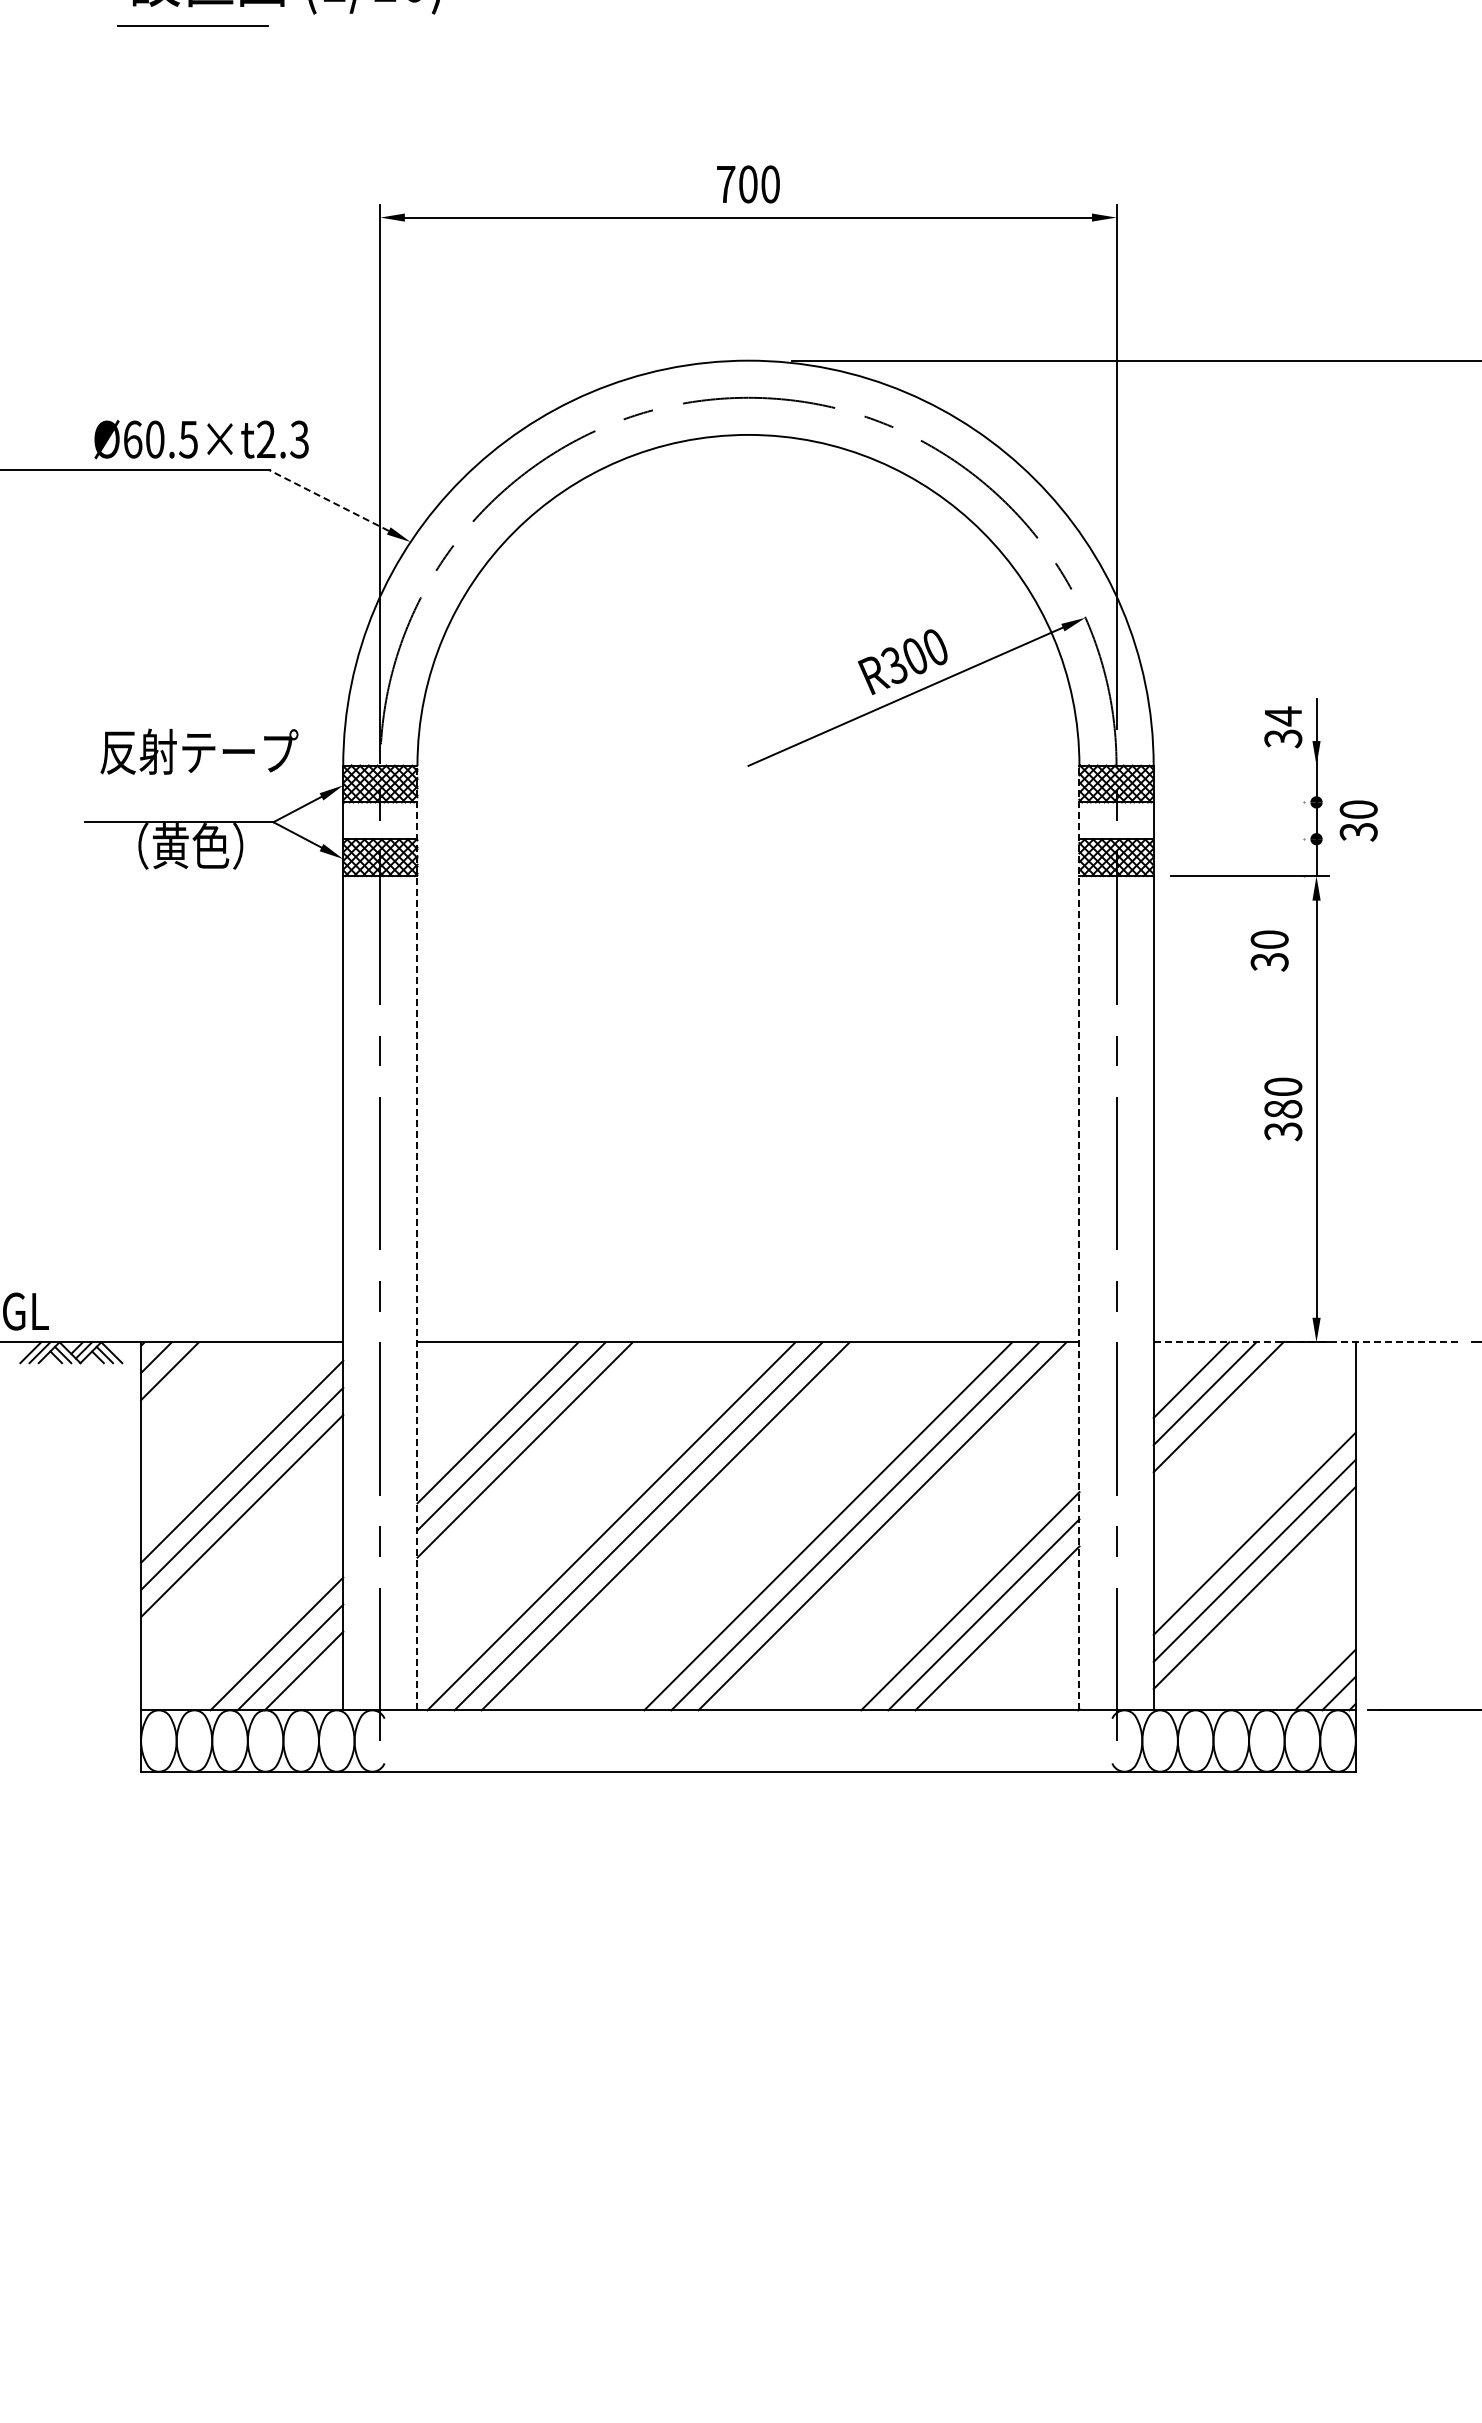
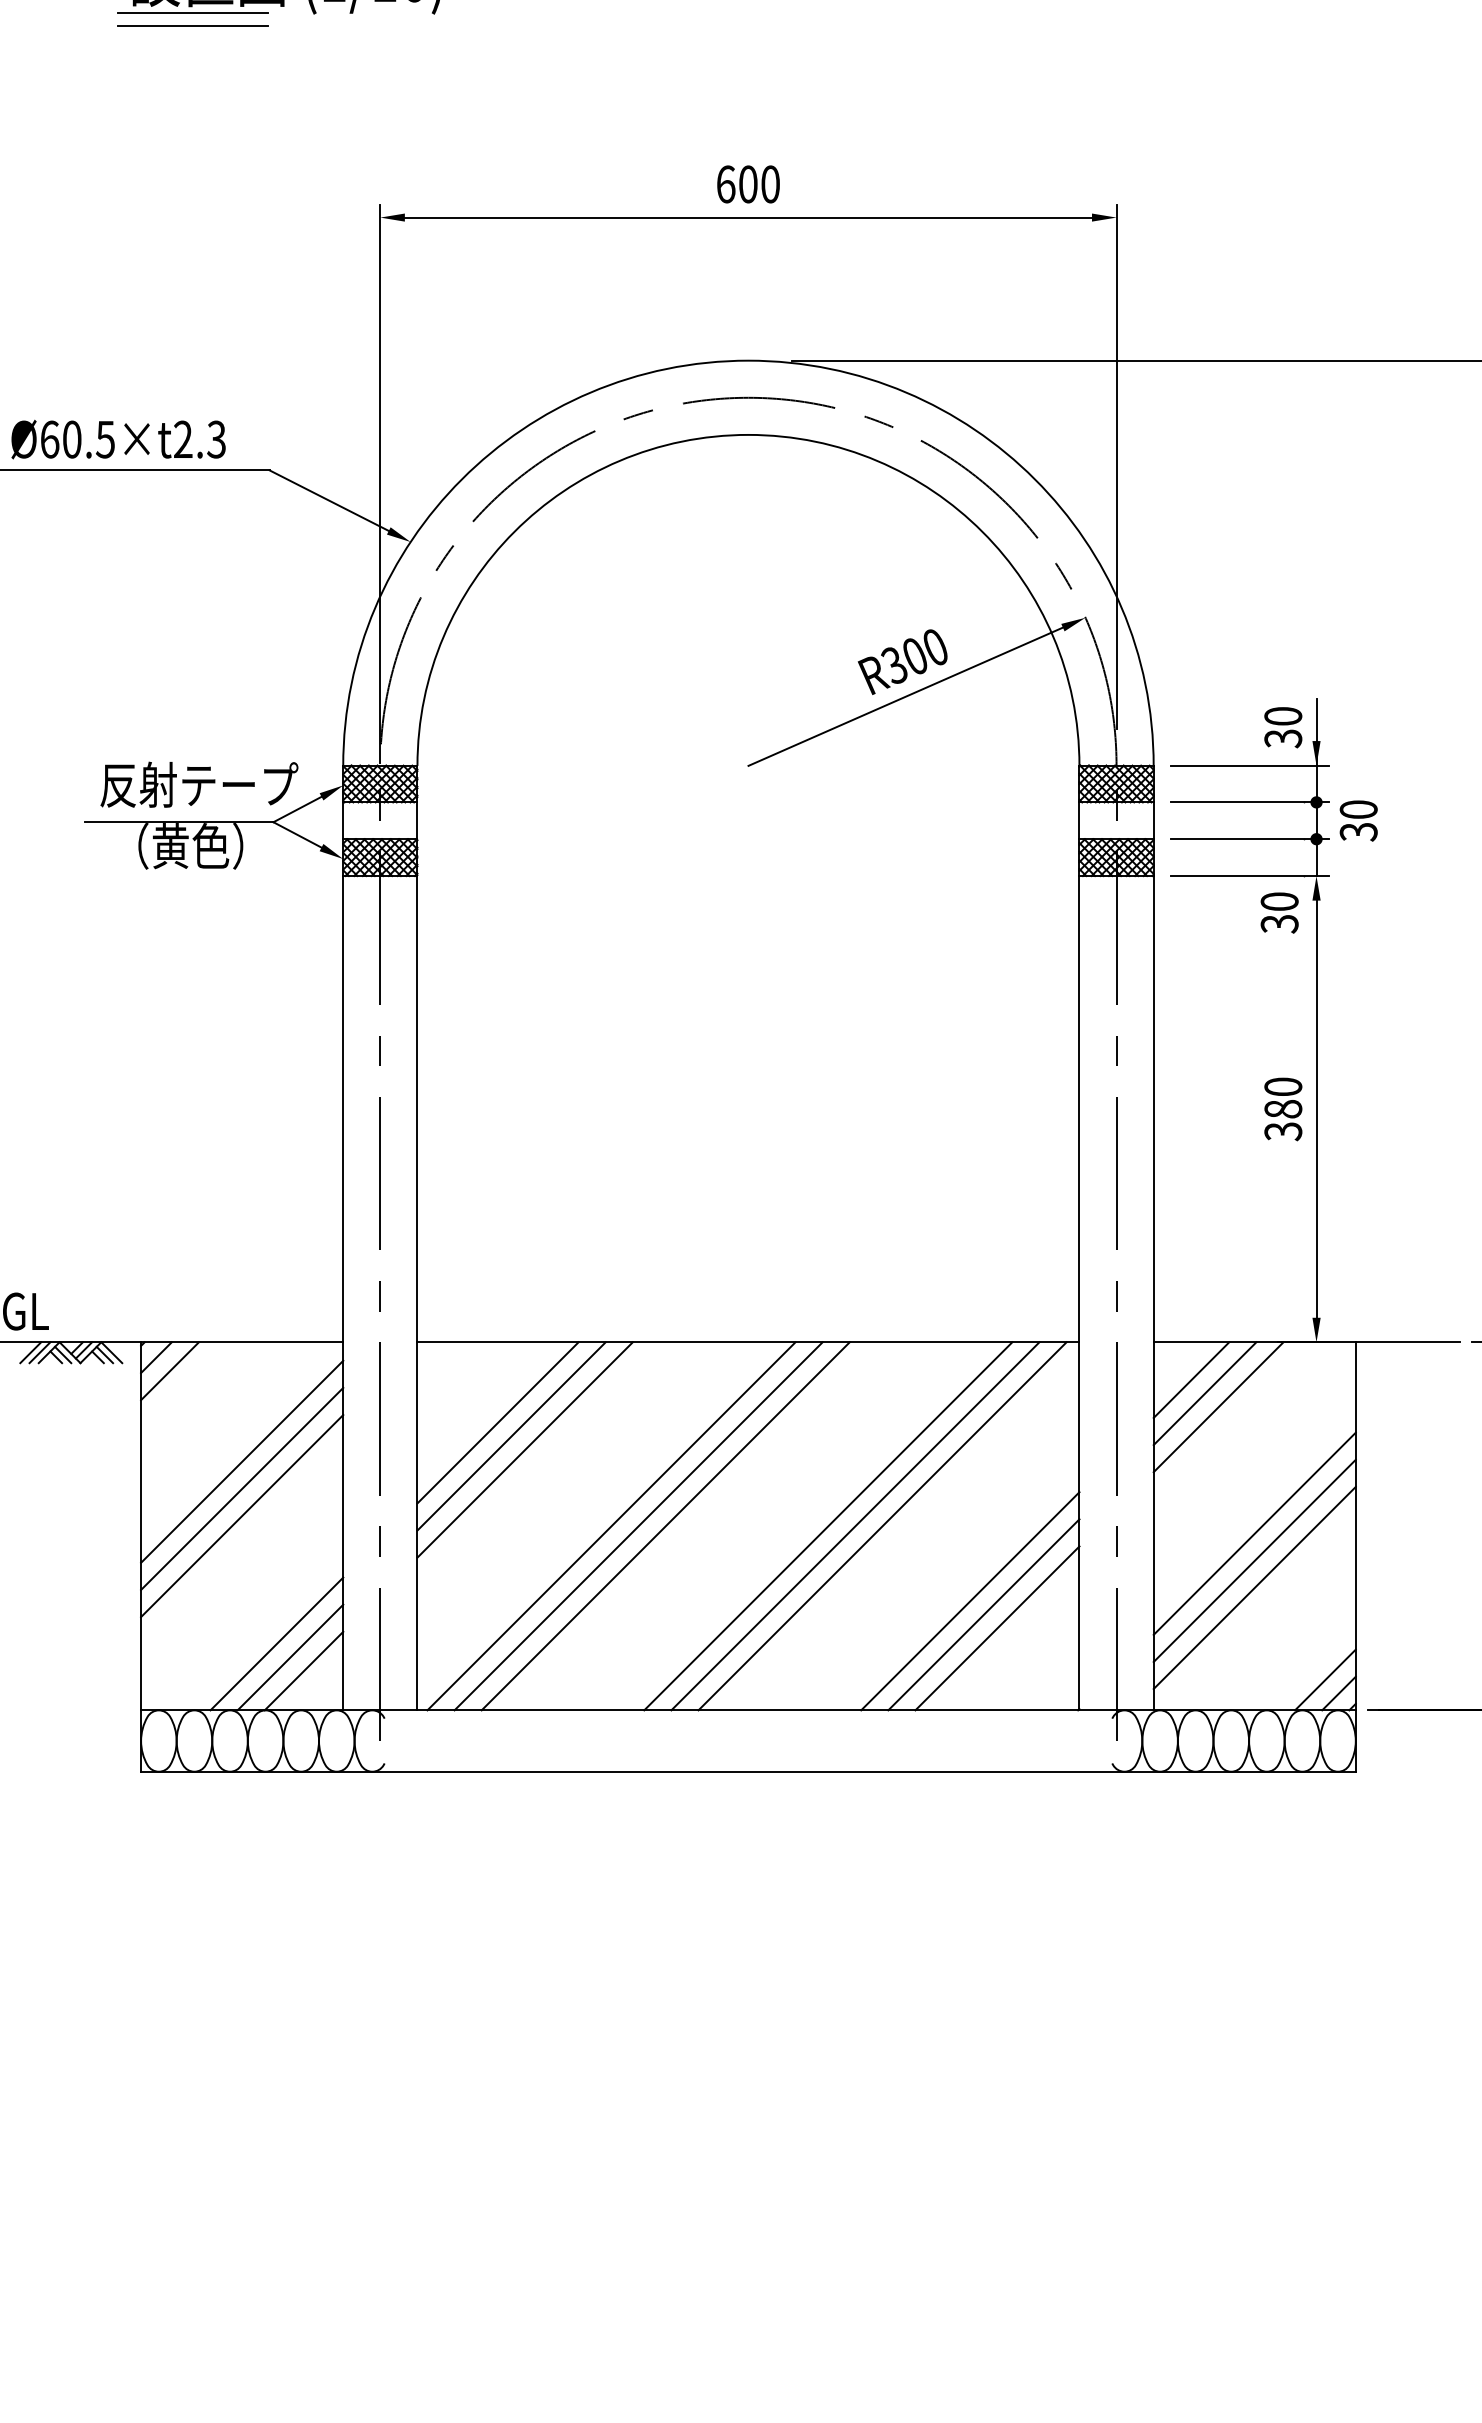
line at (192, 13): none -> present
text at (726, 184): 700 -> 600
text at (201, 439) position: (201, 439) -> (118, 439)
line at (329, 500): dashed -> solid
text at (1283, 716): 34 -> 30
text at (199, 751) position: (199, 751) -> (199, 784)
line at (1249, 765): none -> present
line at (1249, 802): none -> present
line at (1249, 839): none -> present
text at (1269, 950) position: (1269, 950) -> (1279, 912)
line at (417, 1237): dashed -> solid
line at (1079, 1237): dashed -> solid
line at (1307, 1342): dashed -> solid
